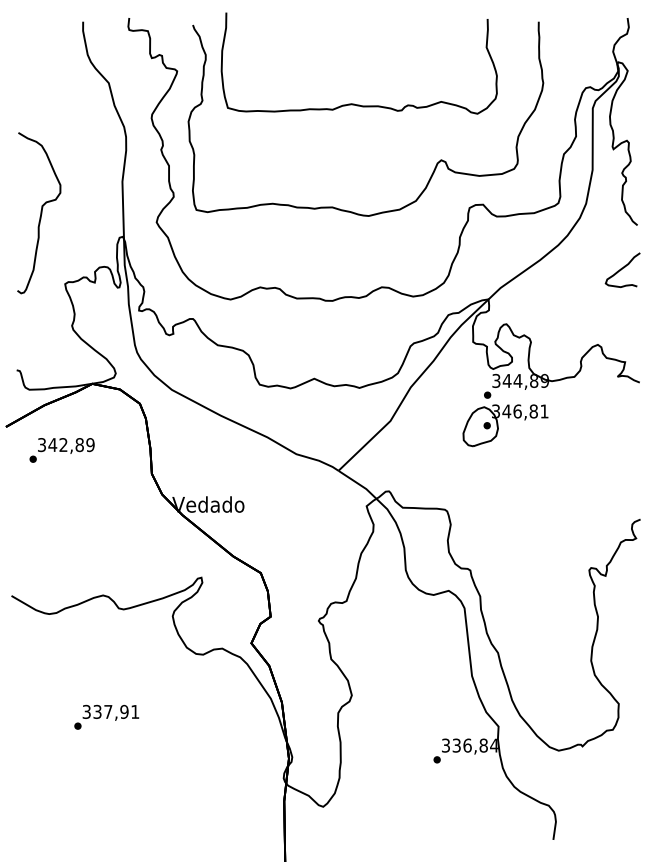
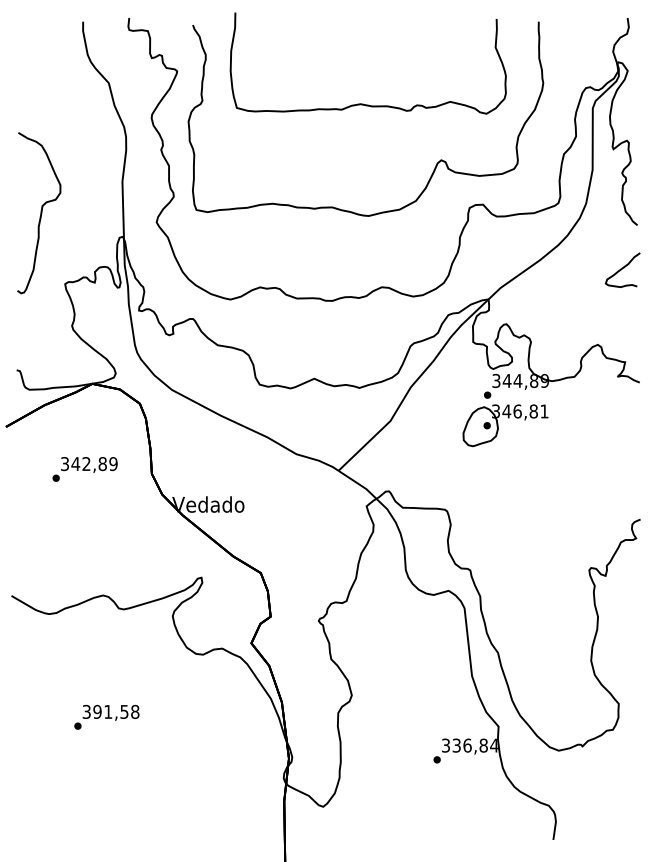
curve at (354, 103) position: (354, 103) -> (363, 103)
text at (61, 450) position: (61, 450) -> (84, 469)
text at (116, 711): 337,91 -> 391,58
